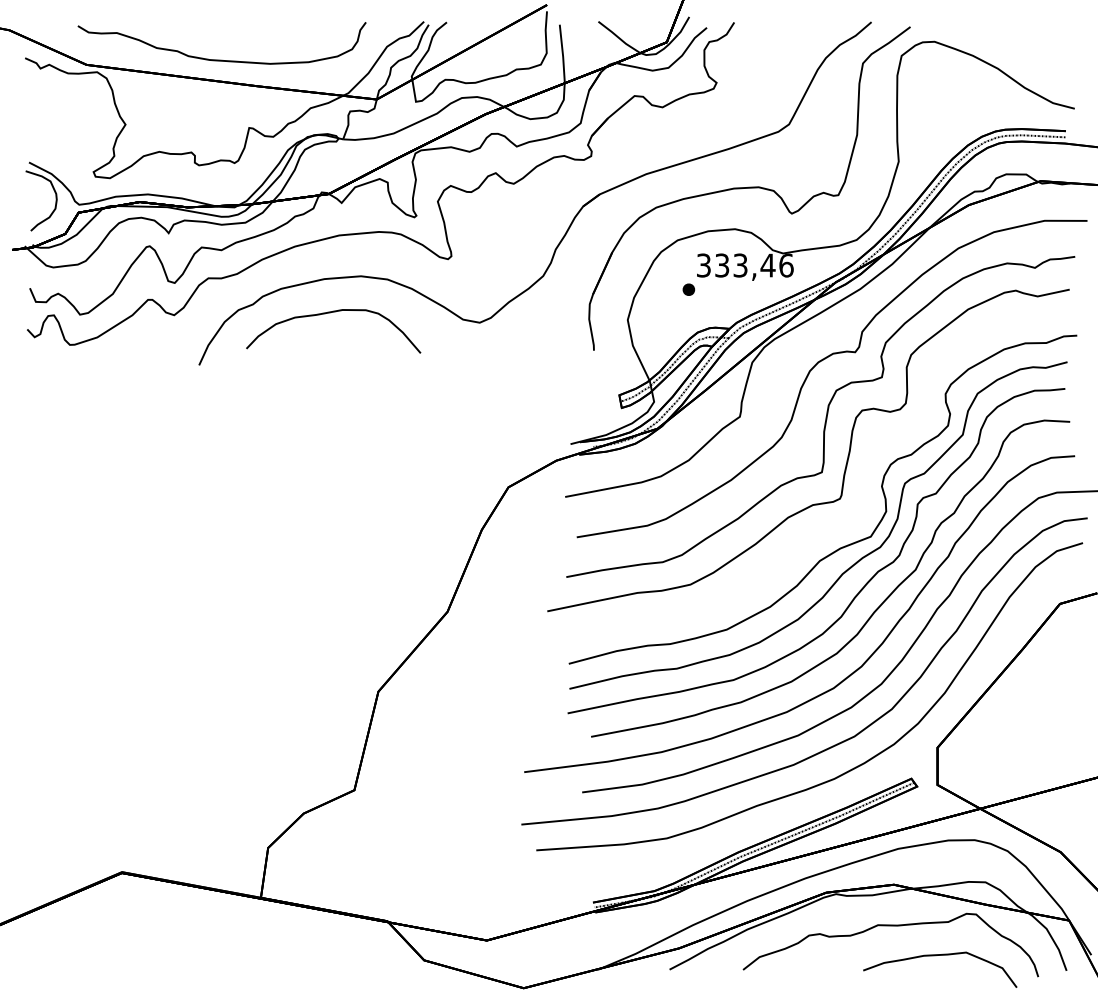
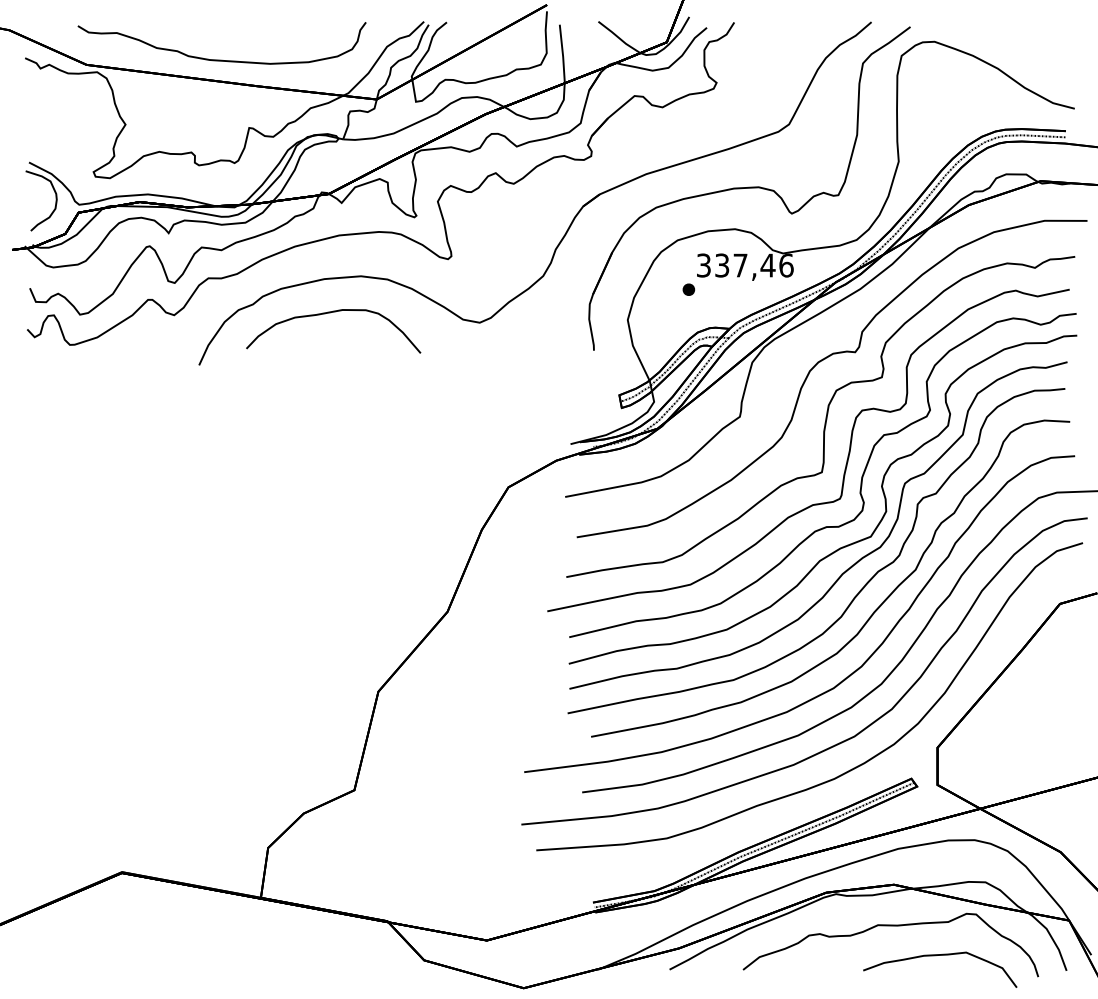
text at (740, 265): 333,46 -> 337,46
part at (860, 481): none -> present
